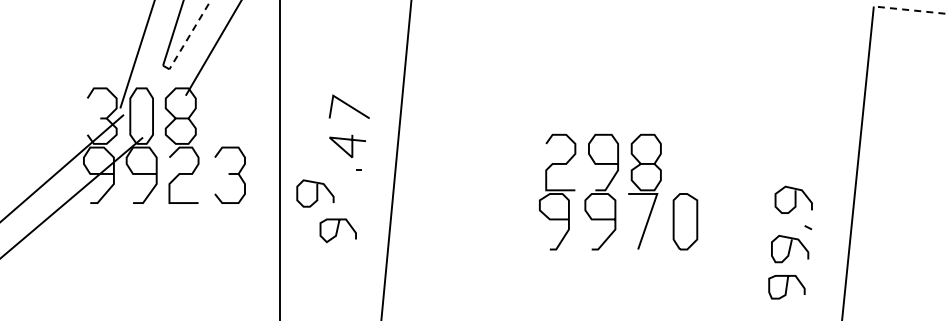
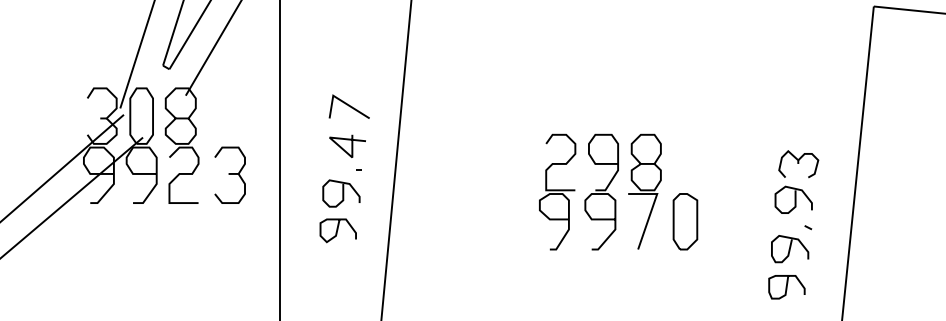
line at (909, 10): dashed -> solid
line at (190, 35): dashed -> solid
part at (798, 164): none -> present
curve at (316, 193) position: (316, 193) -> (342, 193)
